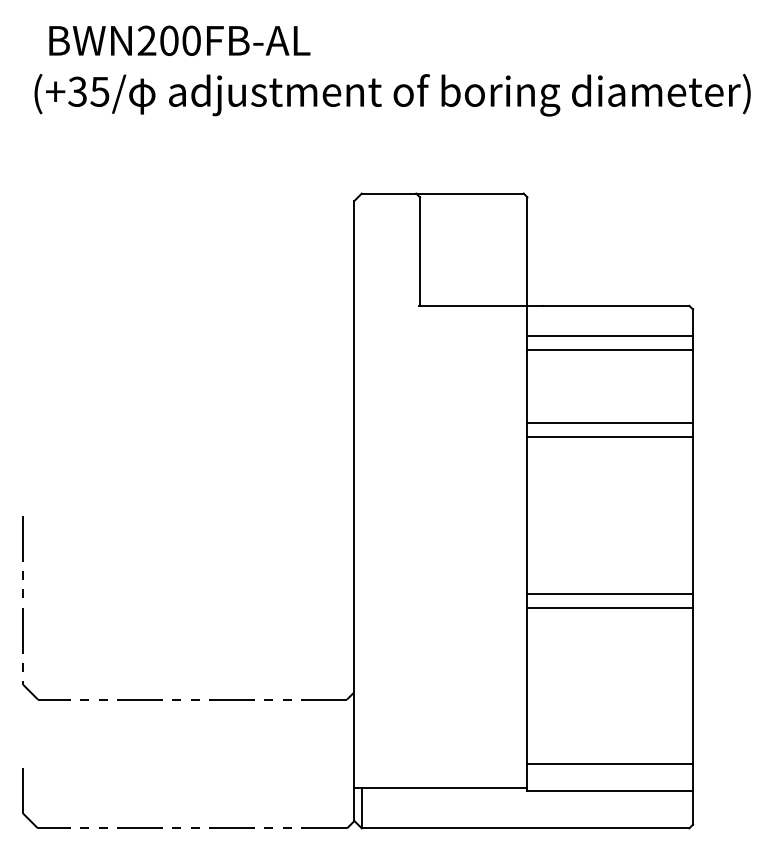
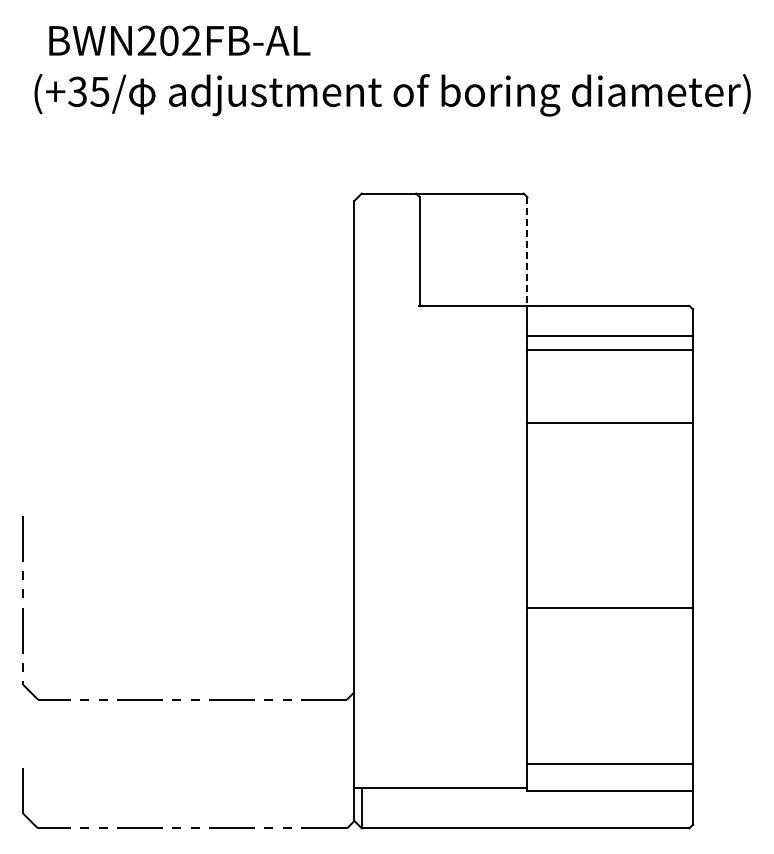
text at (191, 40): BWN200FB-AL -> BWN202FB-AL
line at (527, 252): solid -> dashed
line at (610, 437): present -> none
line at (610, 594): present -> none
